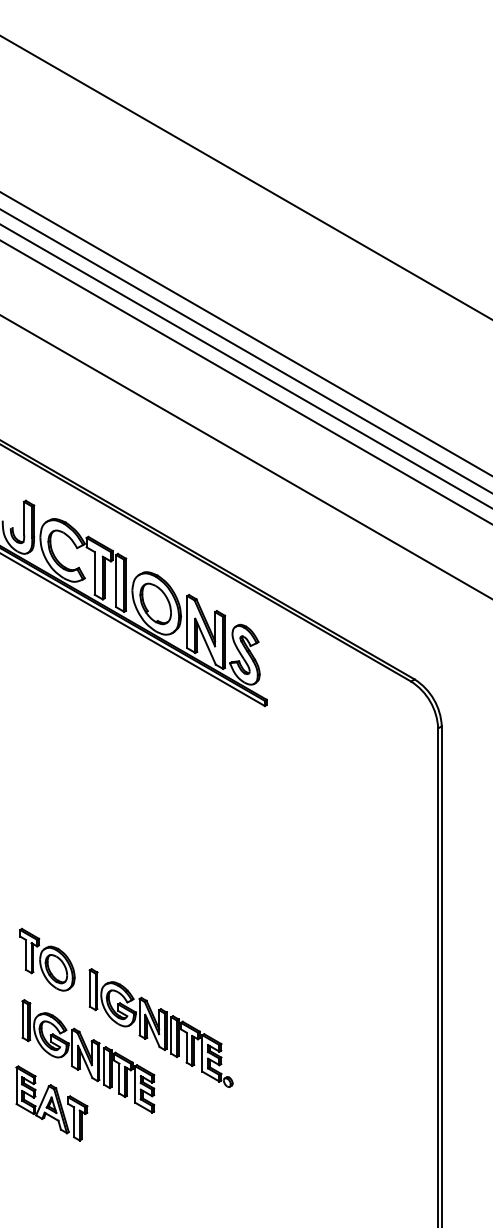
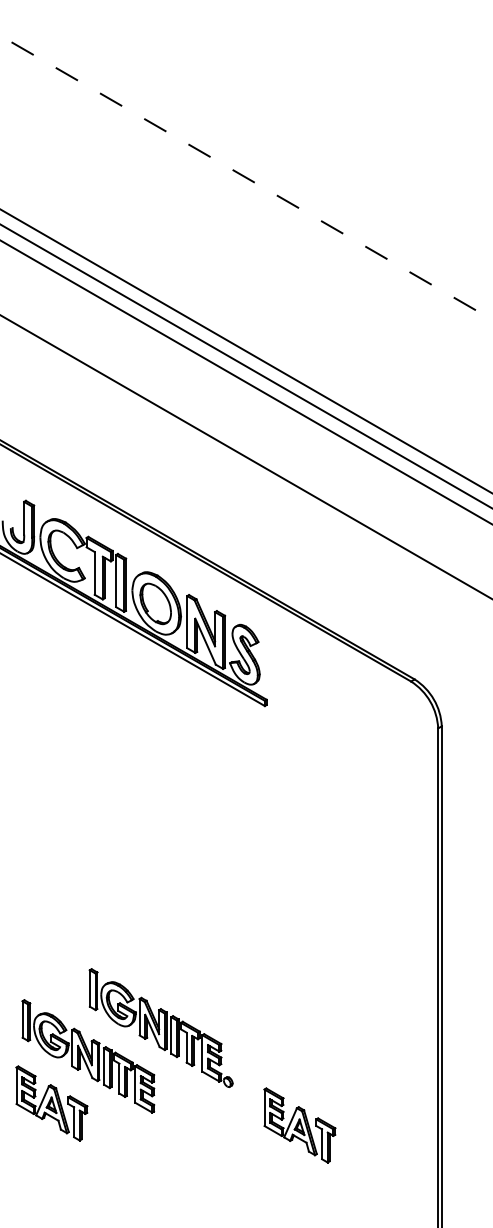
line at (245, 177): solid -> dashed
line at (245, 333): present -> none
part at (47, 959): present -> none
part at (299, 1125): none -> present
